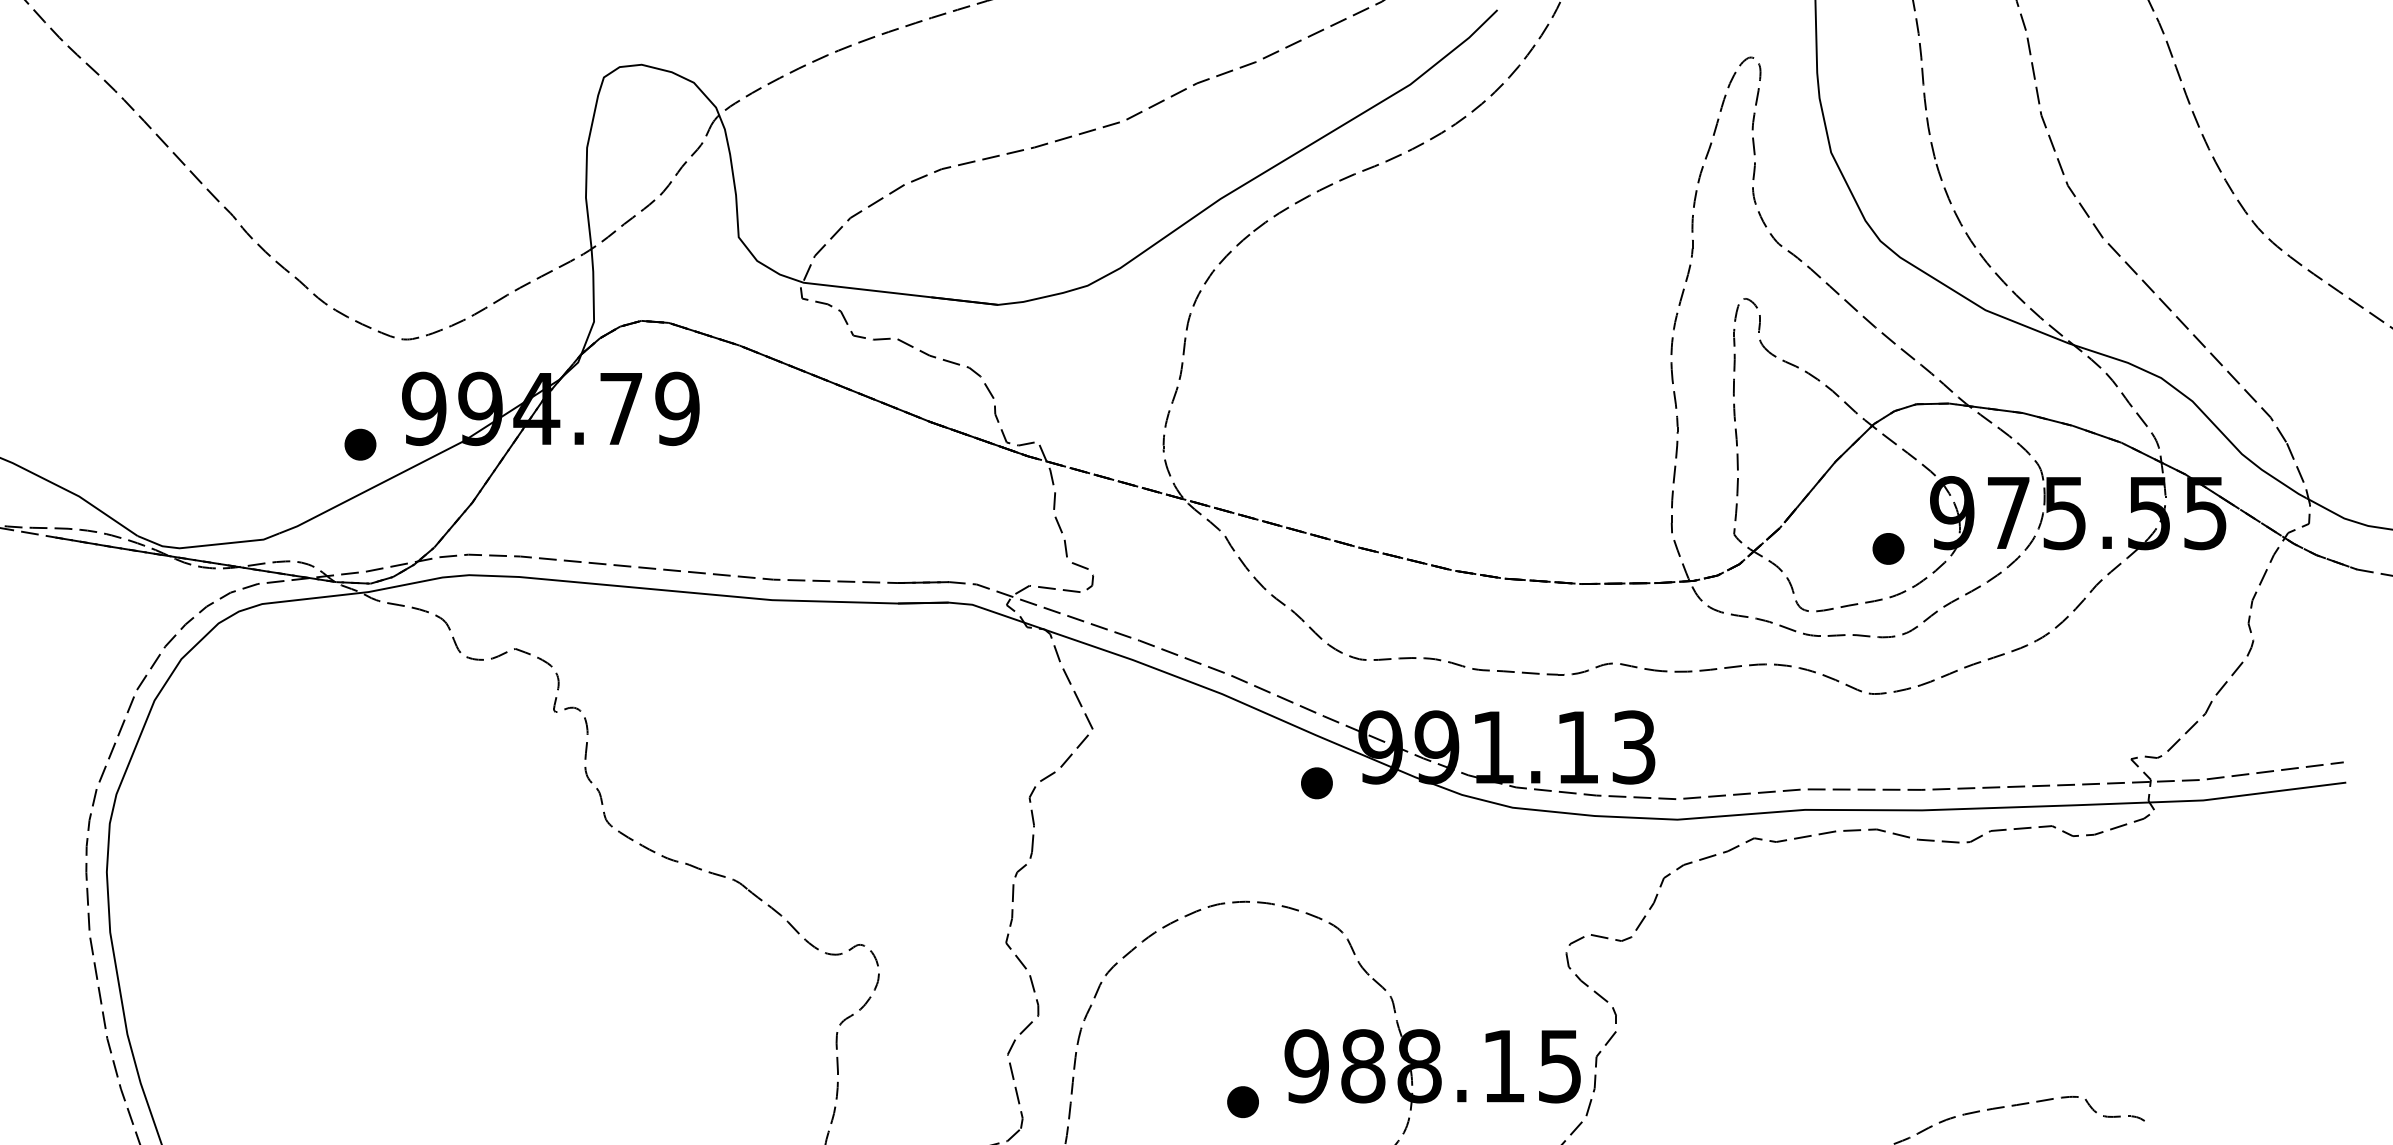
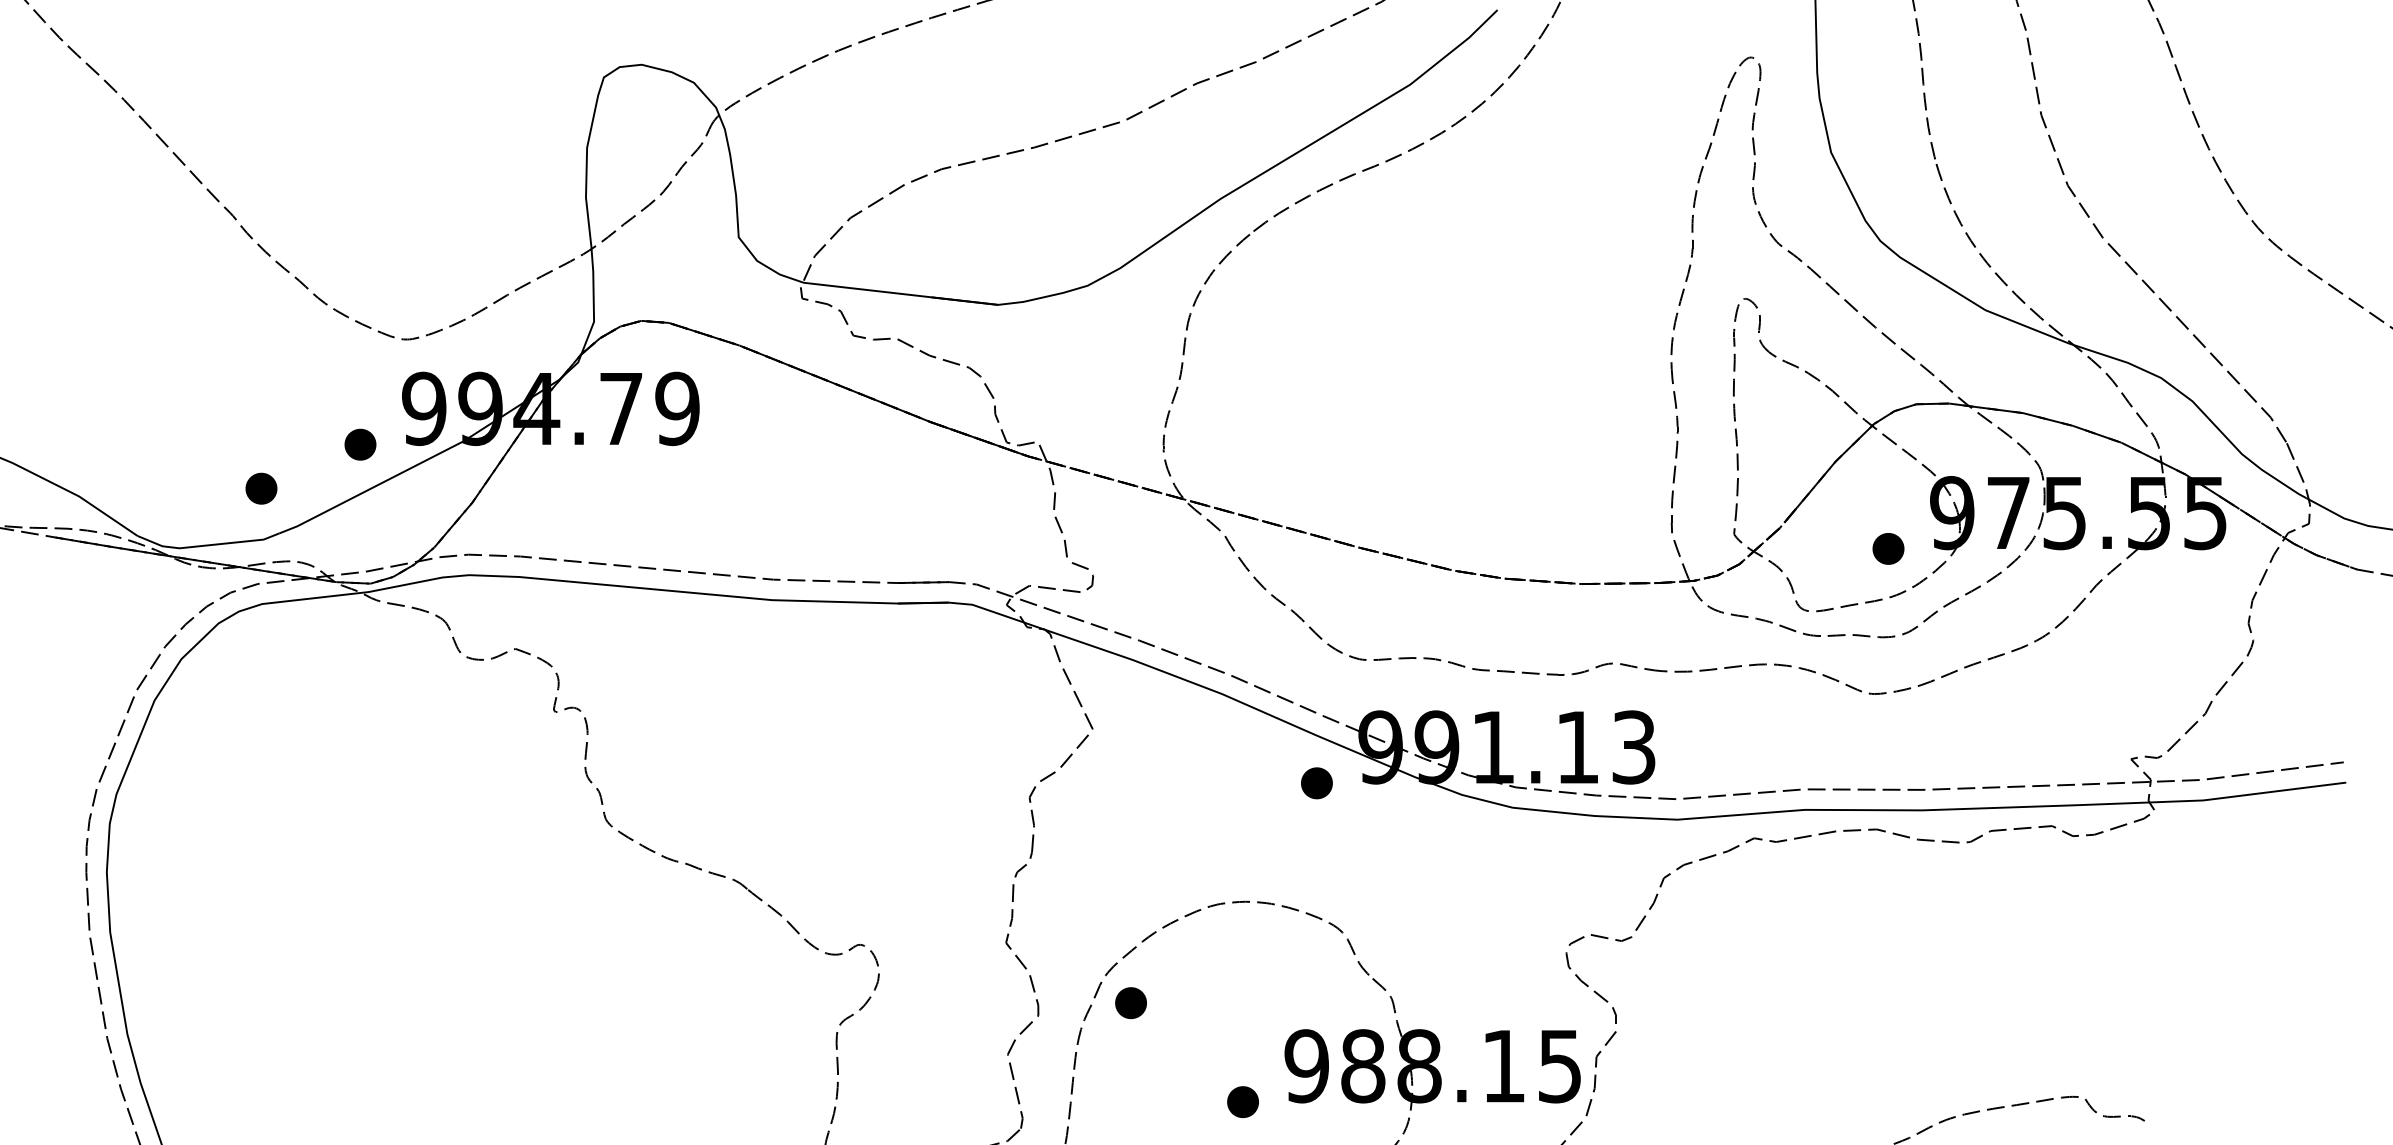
part at (261, 488): none -> present
part at (1130, 1002): none -> present
